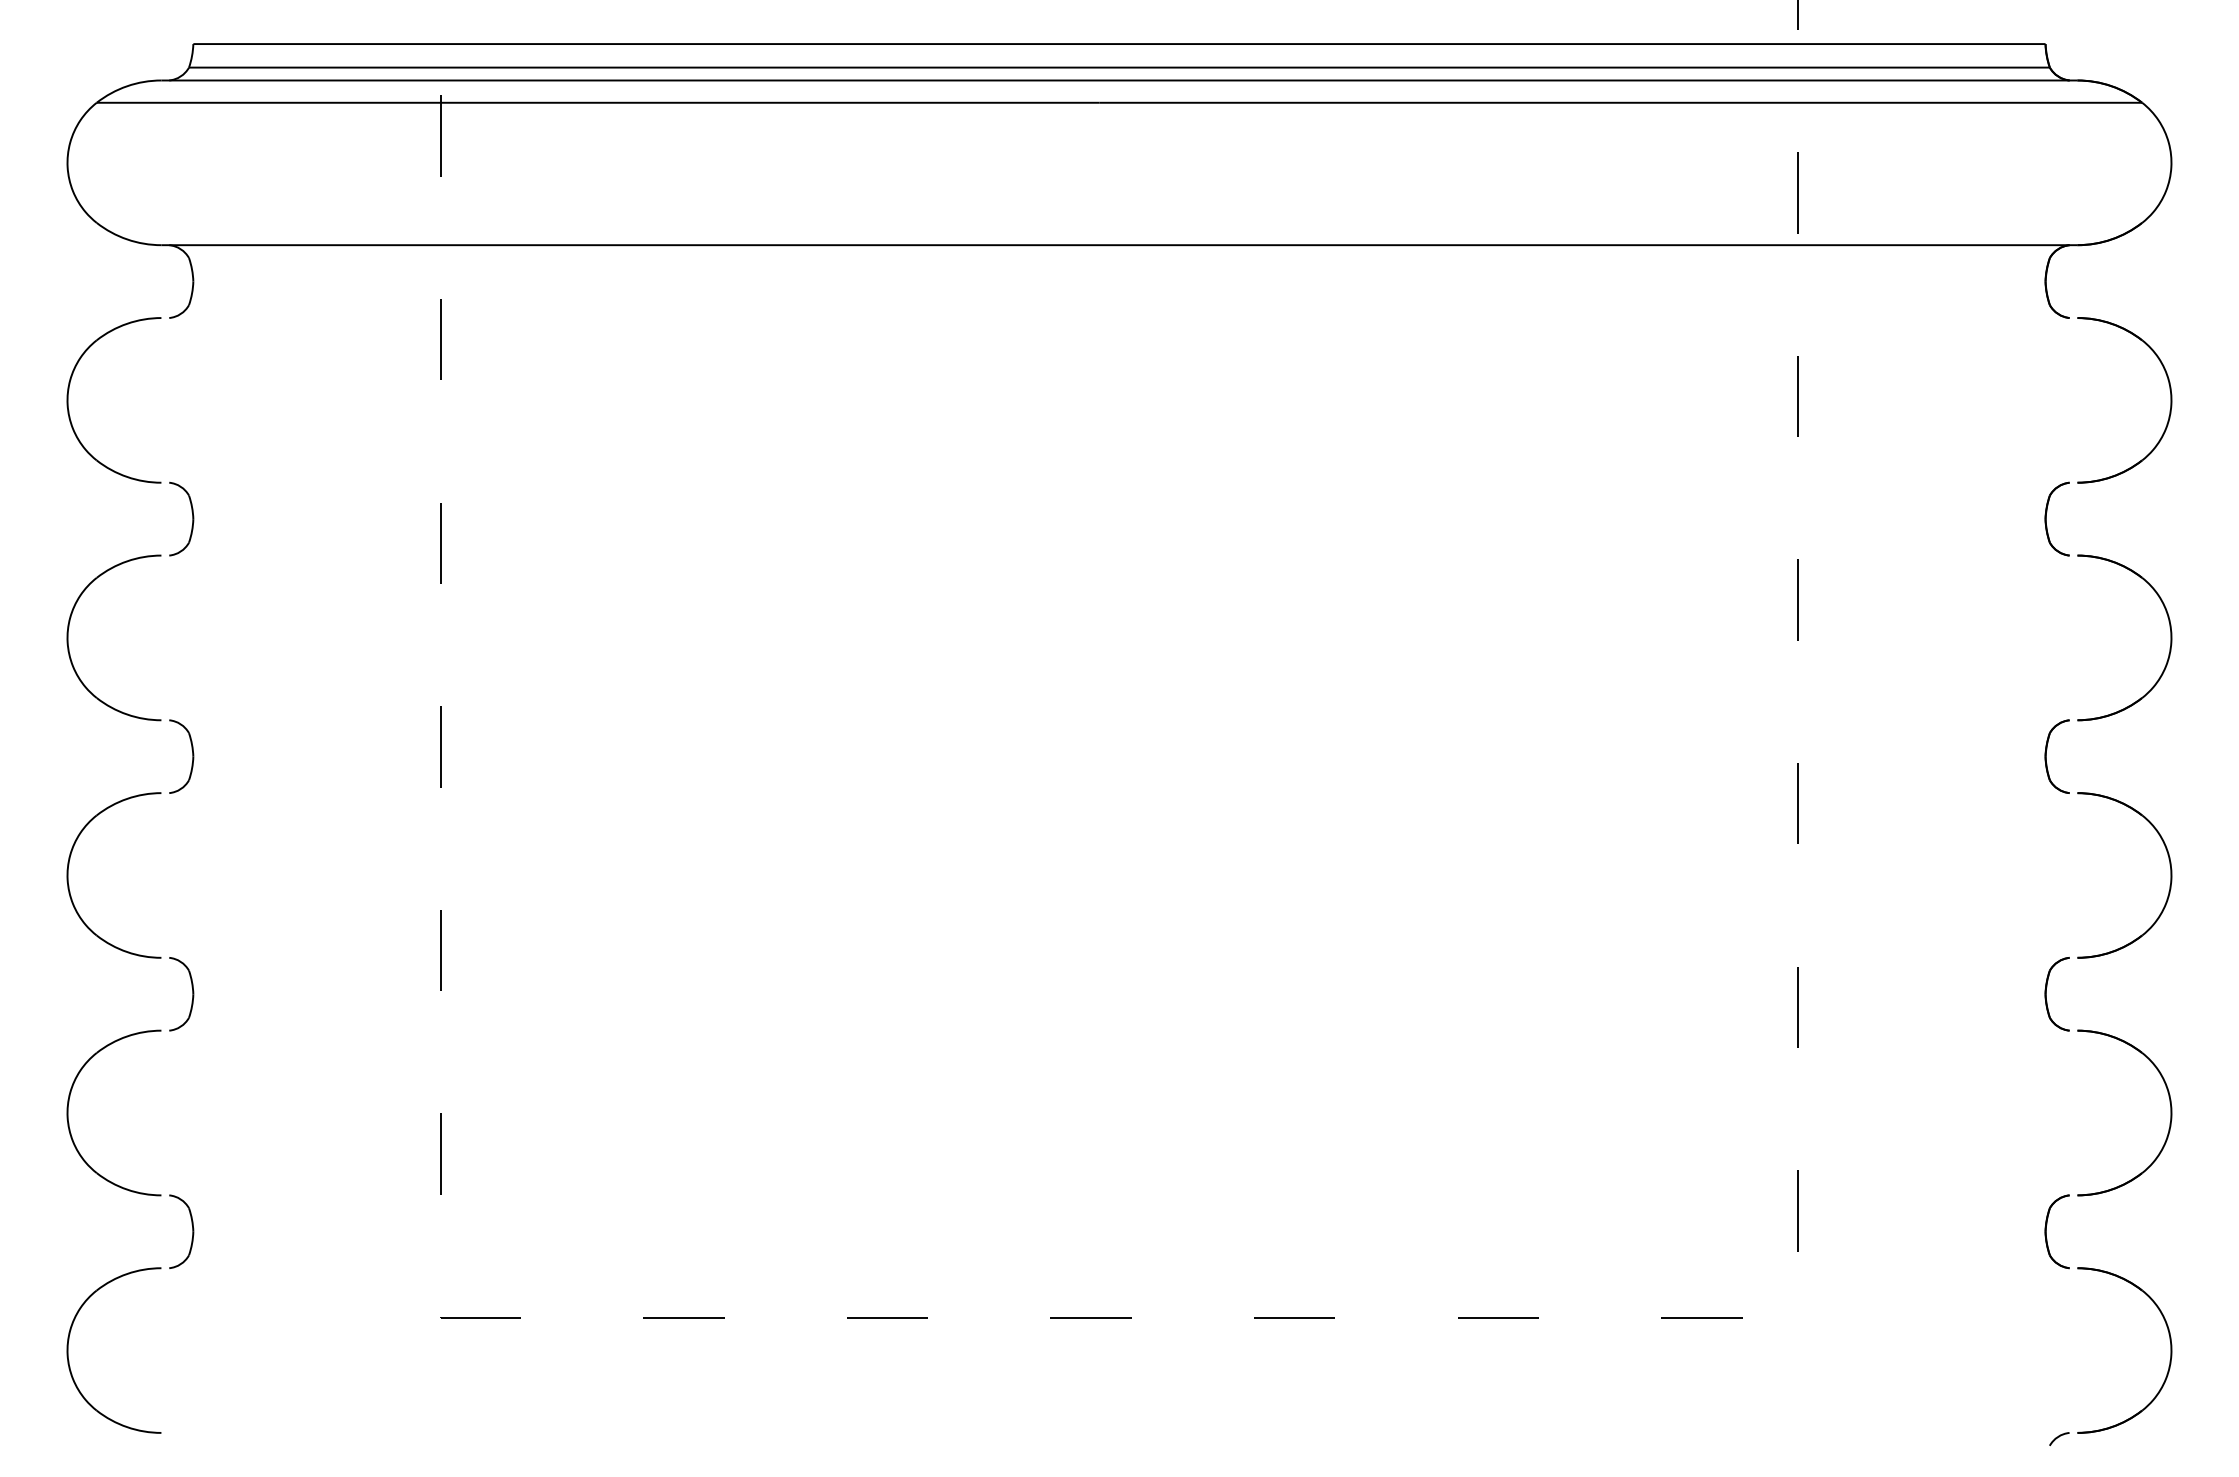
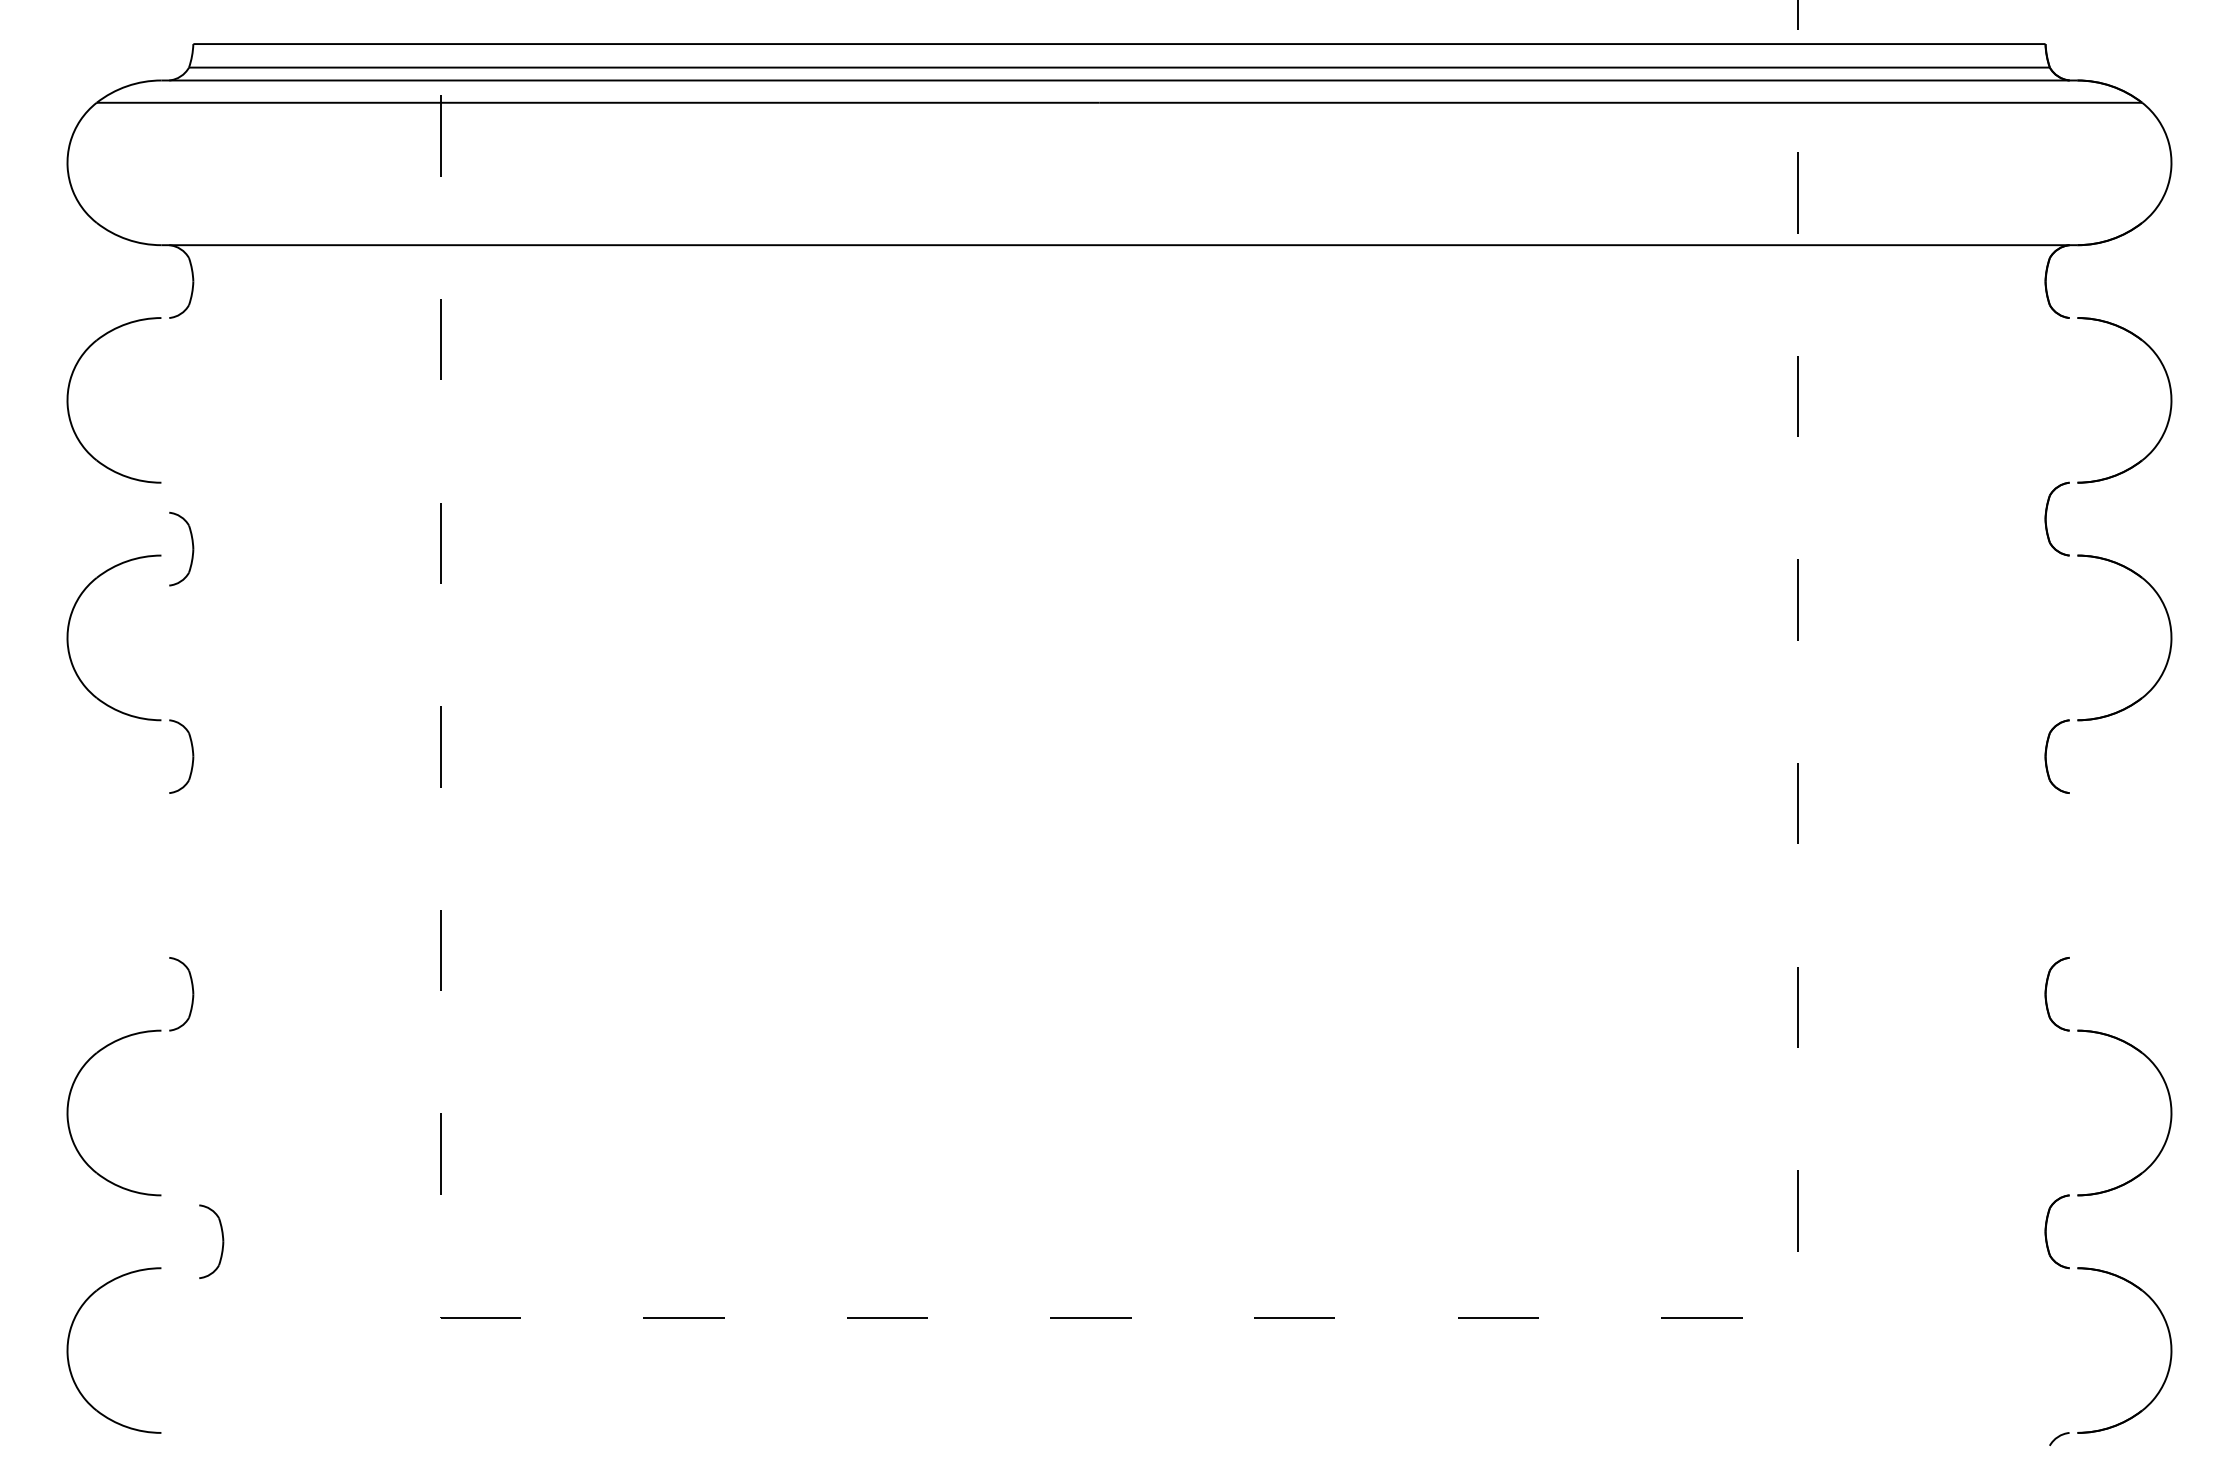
part at (192, 518) position: (192, 518) -> (192, 548)
part at (68, 875): present -> none
part at (2170, 875): present -> none
part at (192, 1231) position: (192, 1231) -> (222, 1241)
